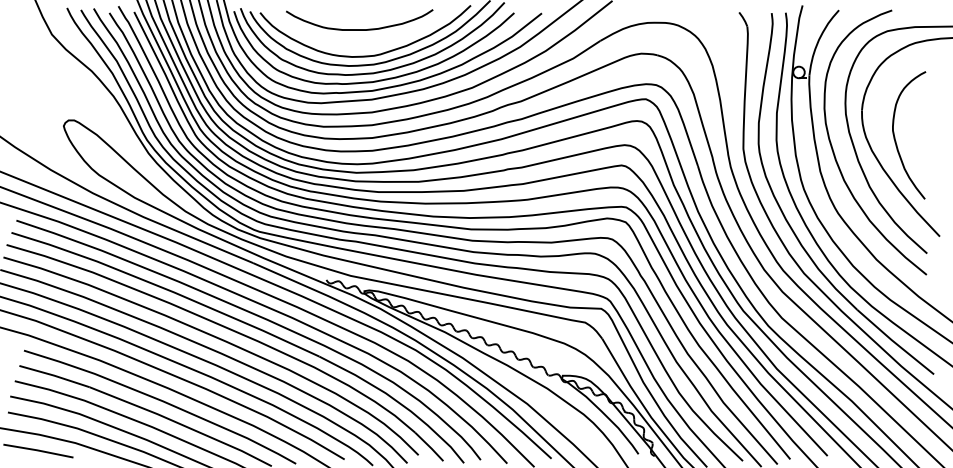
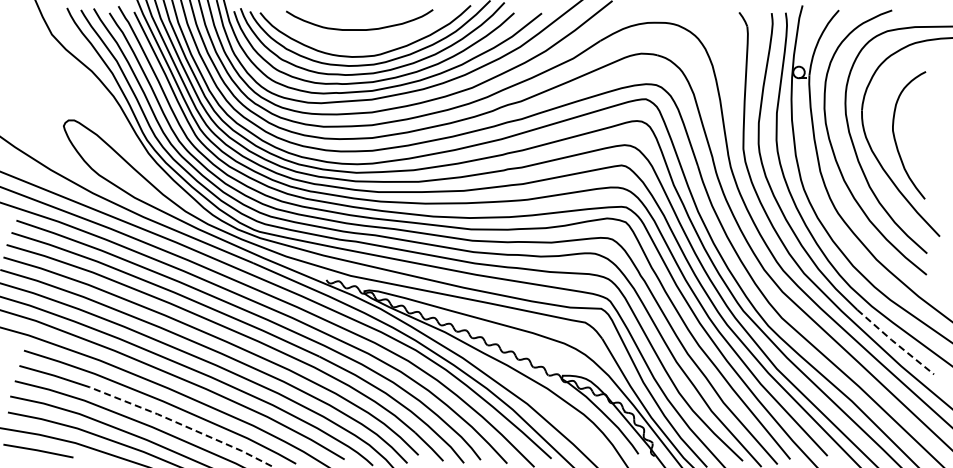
line at (894, 342): solid -> dashed
line at (181, 424): solid -> dashed
